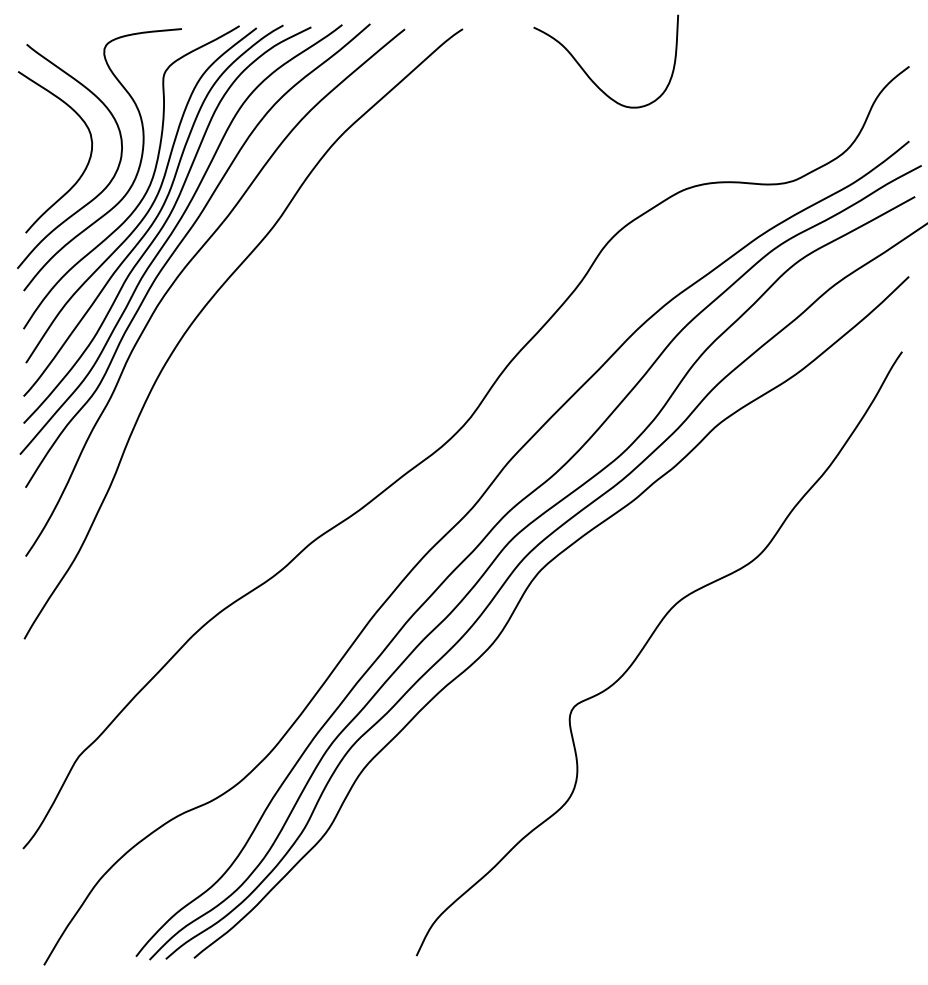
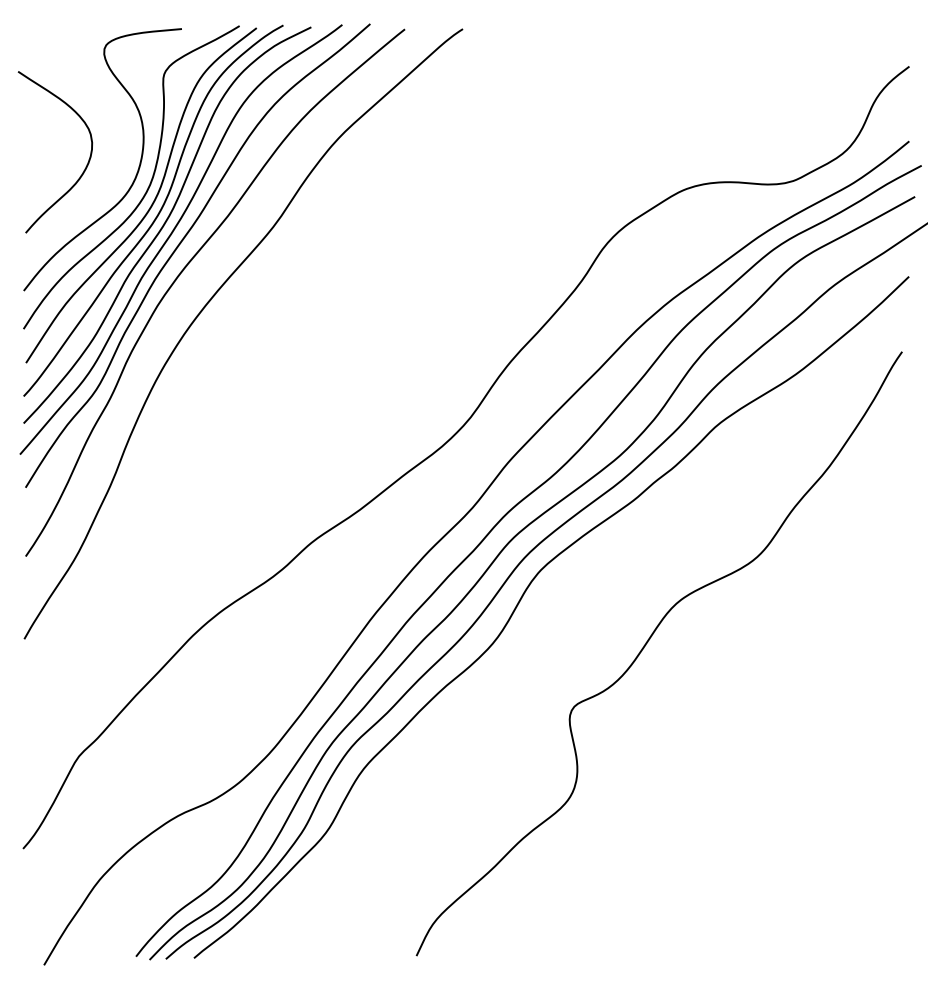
curve at (587, 73): present -> none
curve at (103, 188): present -> none
